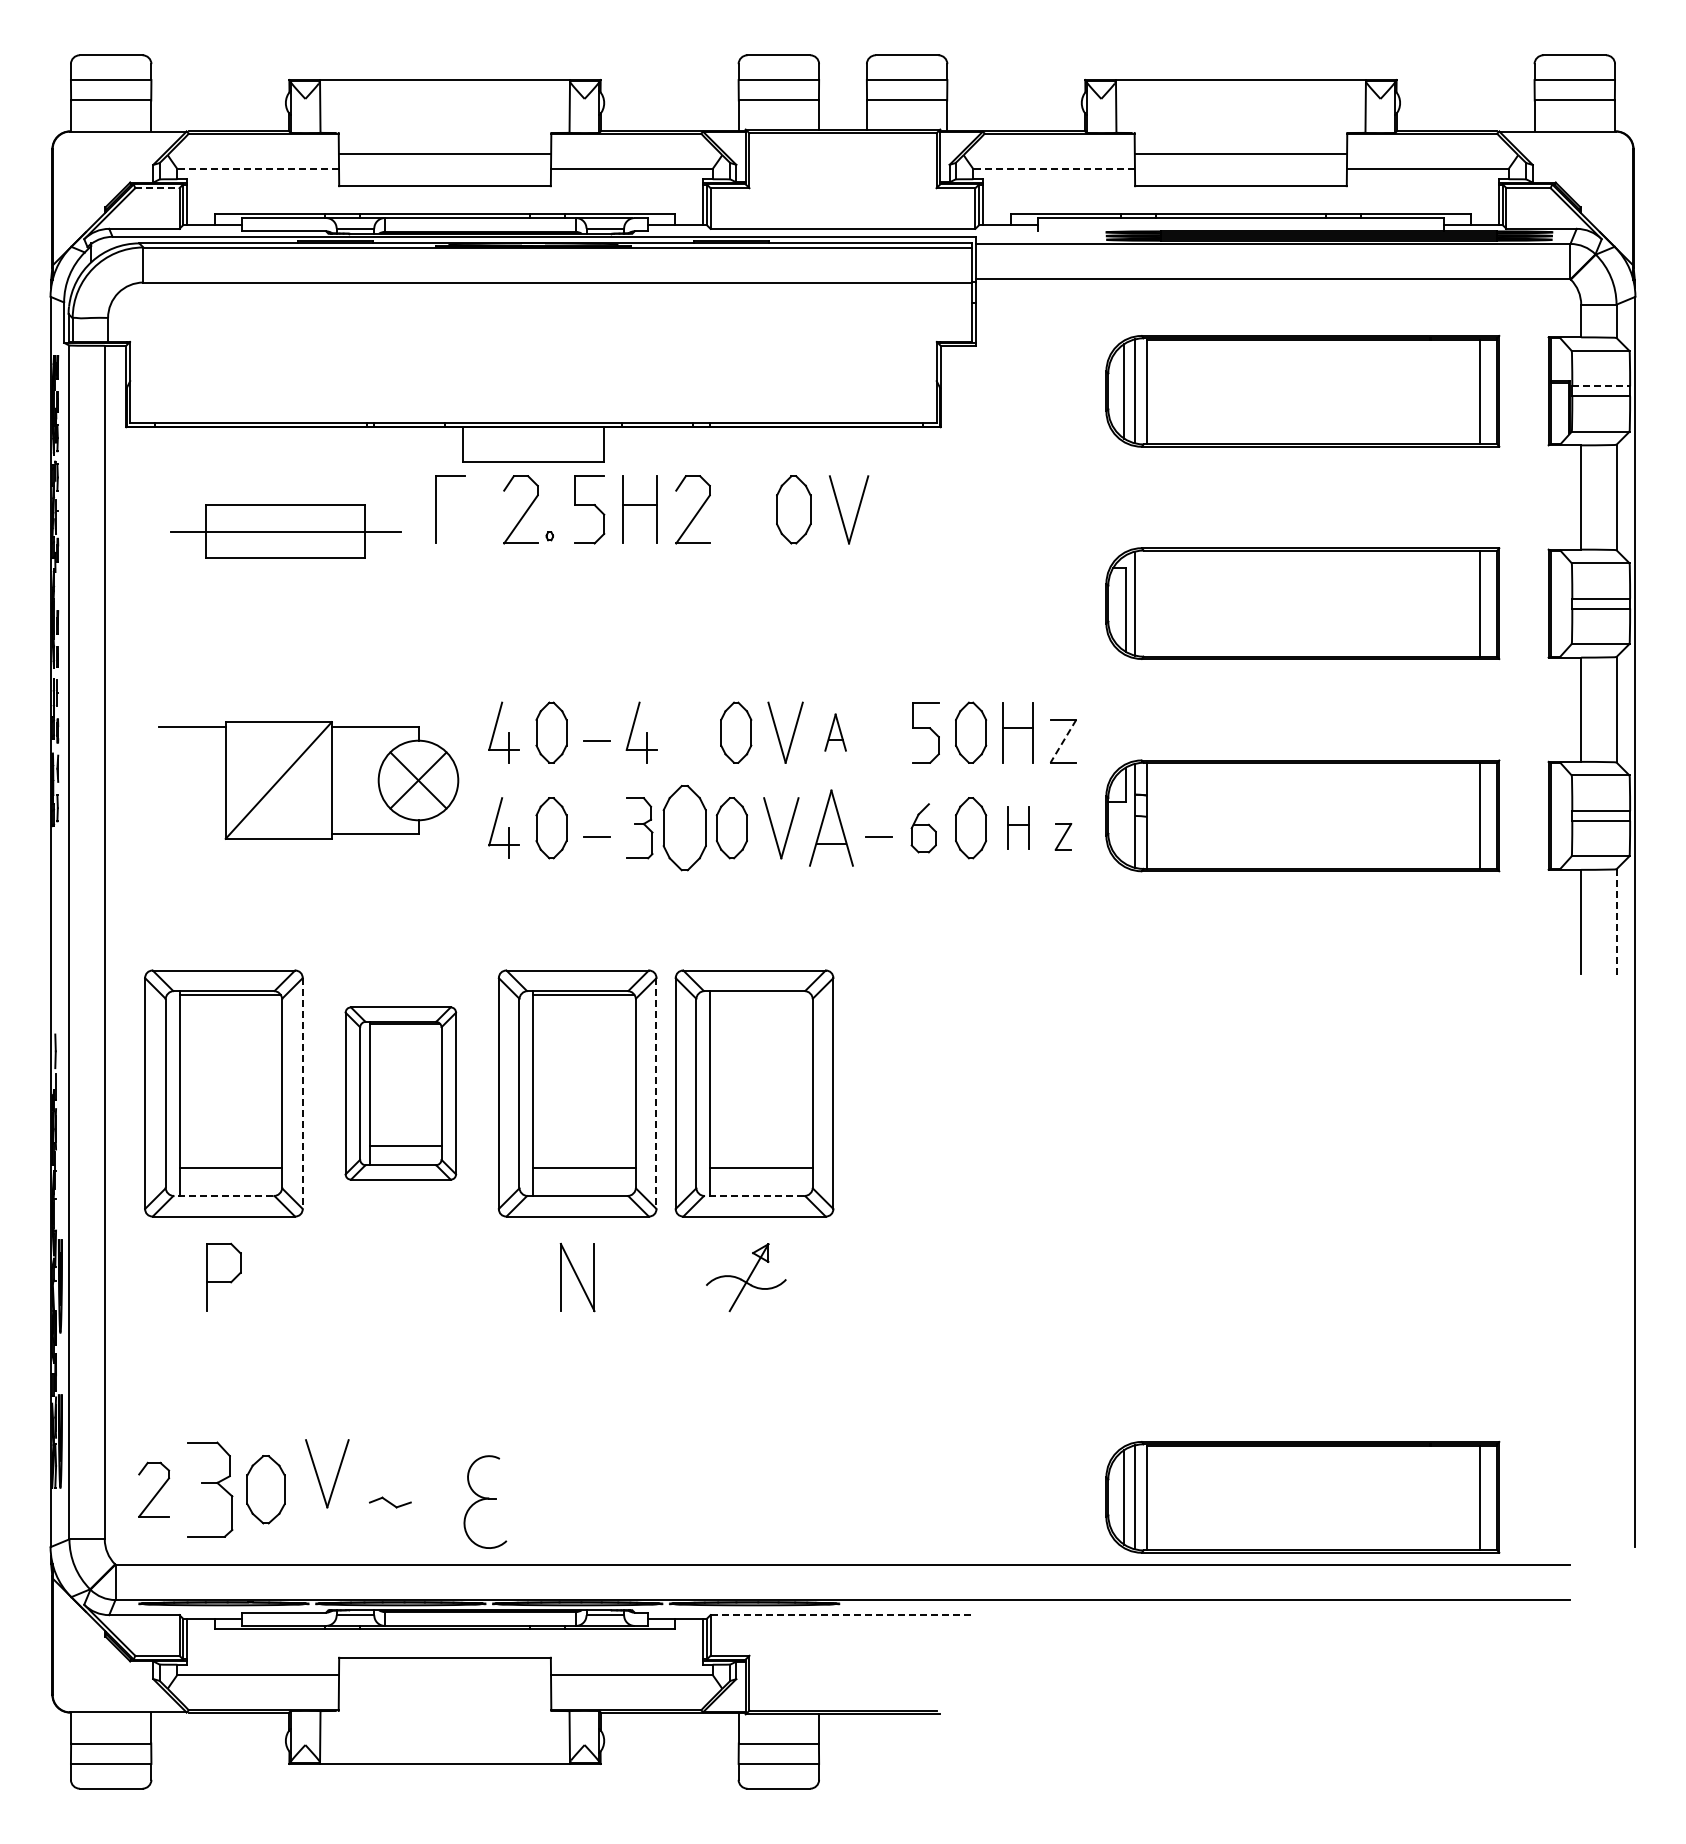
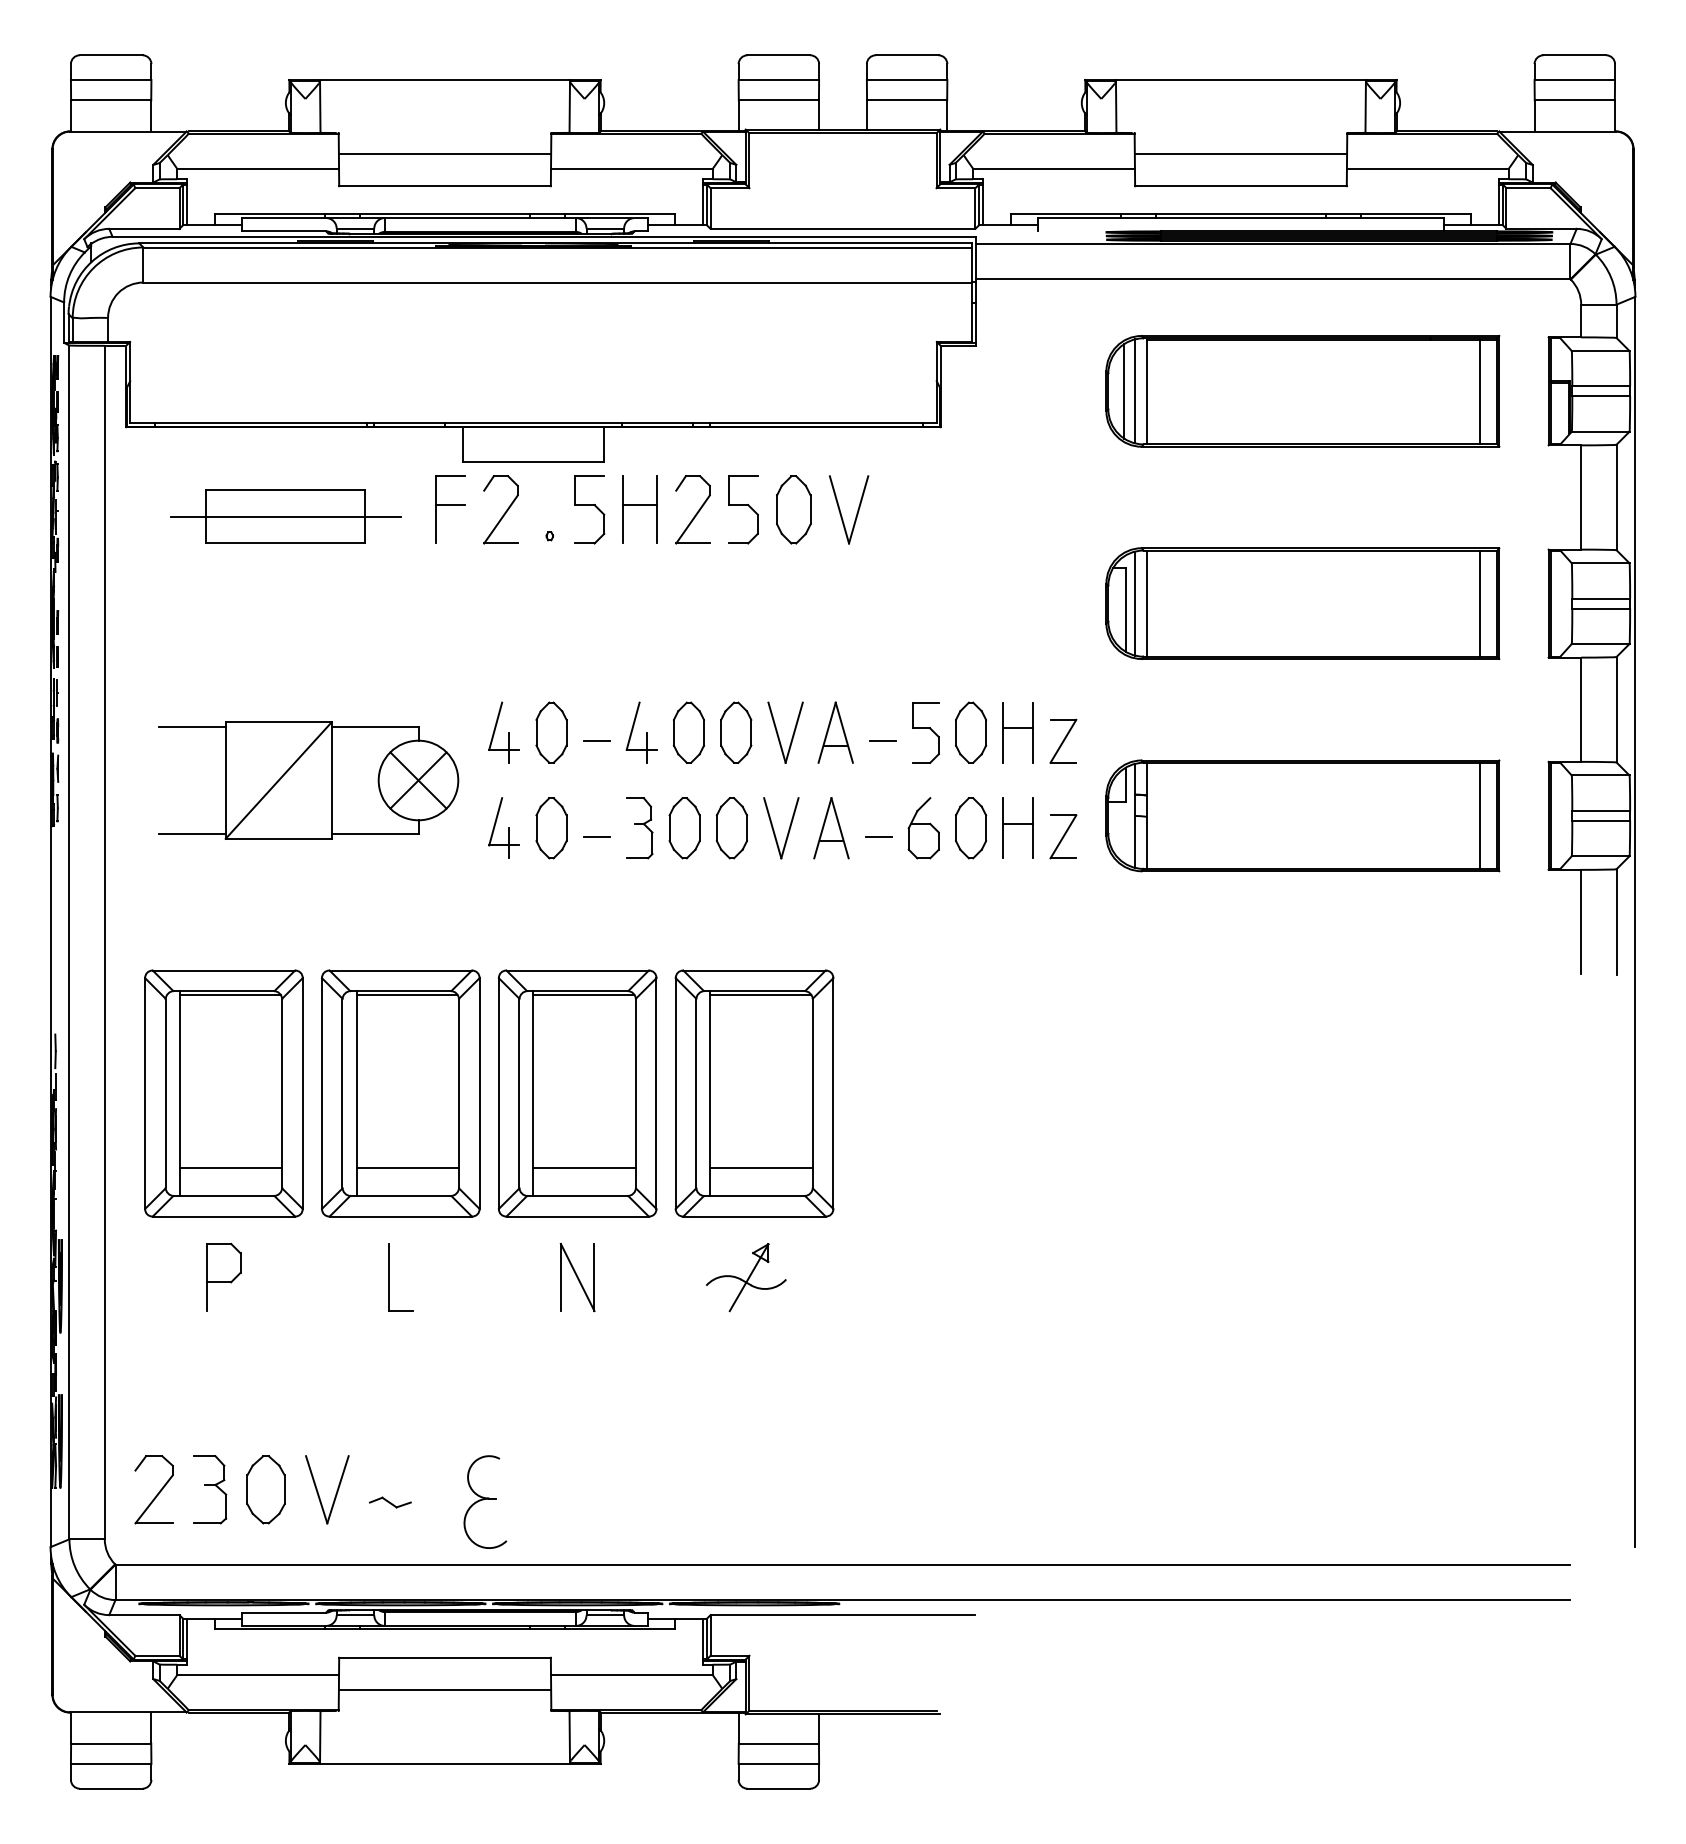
line at (258, 169): dashed -> solid
line at (1054, 169): dashed -> solid
line at (157, 188): dashed -> solid
line at (1601, 386): dashed -> solid
line at (450, 505): none -> present
part at (520, 509) position: (520, 509) -> (500, 509)
part at (743, 509): none -> present
part at (285, 531) position: (285, 531) -> (285, 516)
line at (1147, 603): none -> present
part at (688, 732): none -> present
part at (835, 732) size: 23x39 px -> 37x63 px
line at (882, 741): none -> present
line at (1063, 741): dashed -> solid
part at (831, 827) size: 45x78 px -> 37x63 px
part at (1018, 827) size: 23x44 px -> 32x62 px
part at (684, 828) size: 45x87 px -> 33x63 px
part at (923, 828) size: 27x51 px -> 33x63 px
line at (191, 833): none -> present
part at (1063, 836) size: 19x28 px -> 29x46 px
line at (1616, 922): dashed -> solid
line at (760, 994): none -> present
part at (400, 1093) size: 114x175 px -> 160x249 px
line at (302, 1094): dashed -> solid
line at (656, 1094): dashed -> solid
line at (223, 1196): dashed -> solid
line at (754, 1196): dashed -> solid
part at (389, 1277): none -> present
part at (335, 1477) position: (335, 1477) -> (335, 1493)
part at (154, 1489) size: 33x57 px -> 40x70 px
part at (210, 1489) size: 47x97 px -> 35x70 px
part at (1302, 1497): present -> none
line at (843, 1615): dashed -> solid
line at (444, 1689): none -> present
